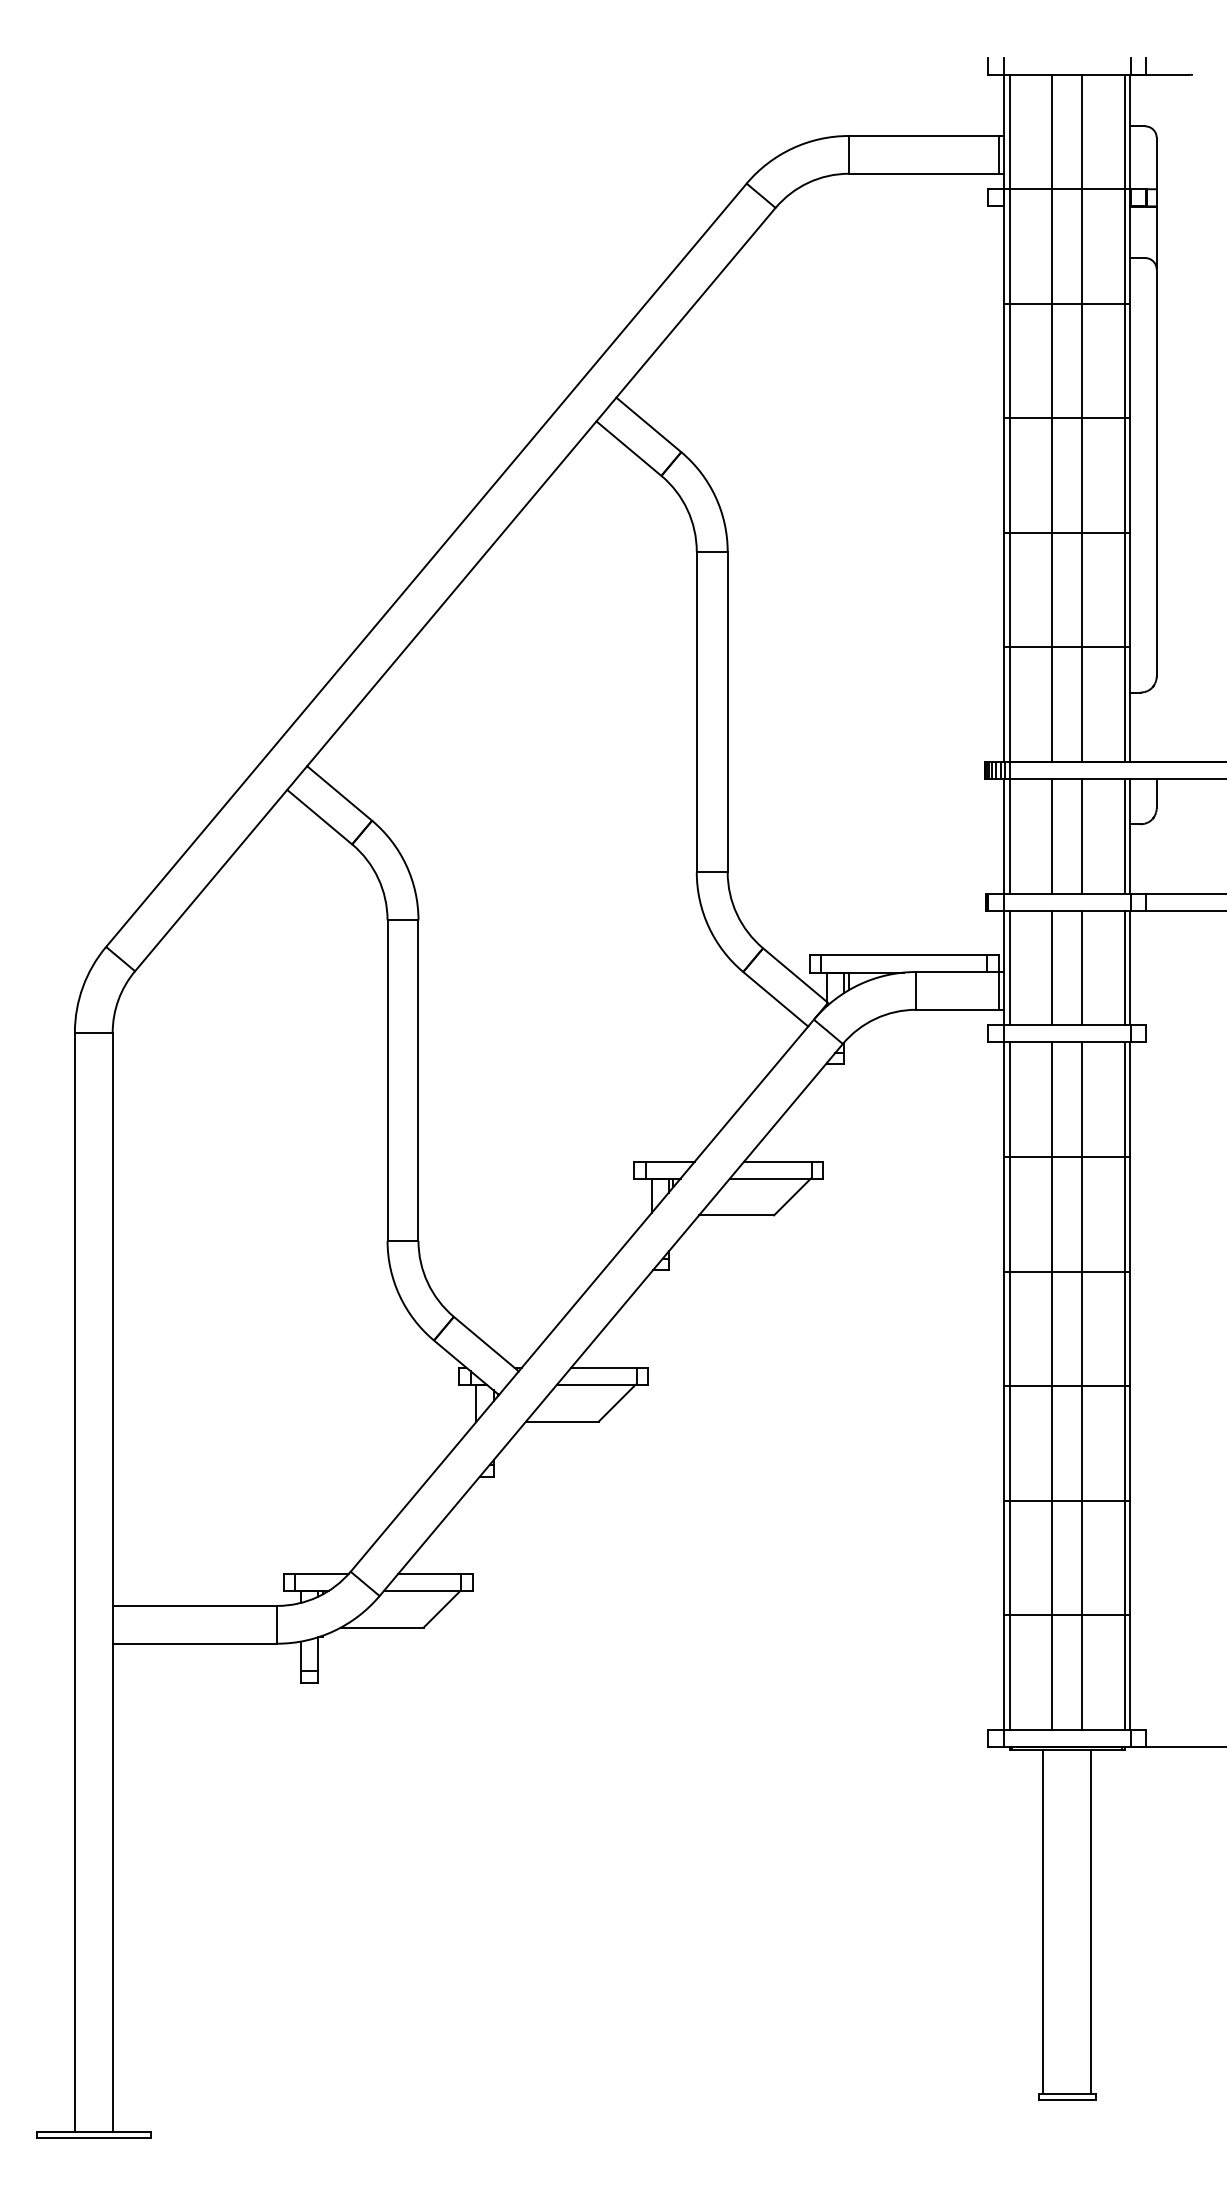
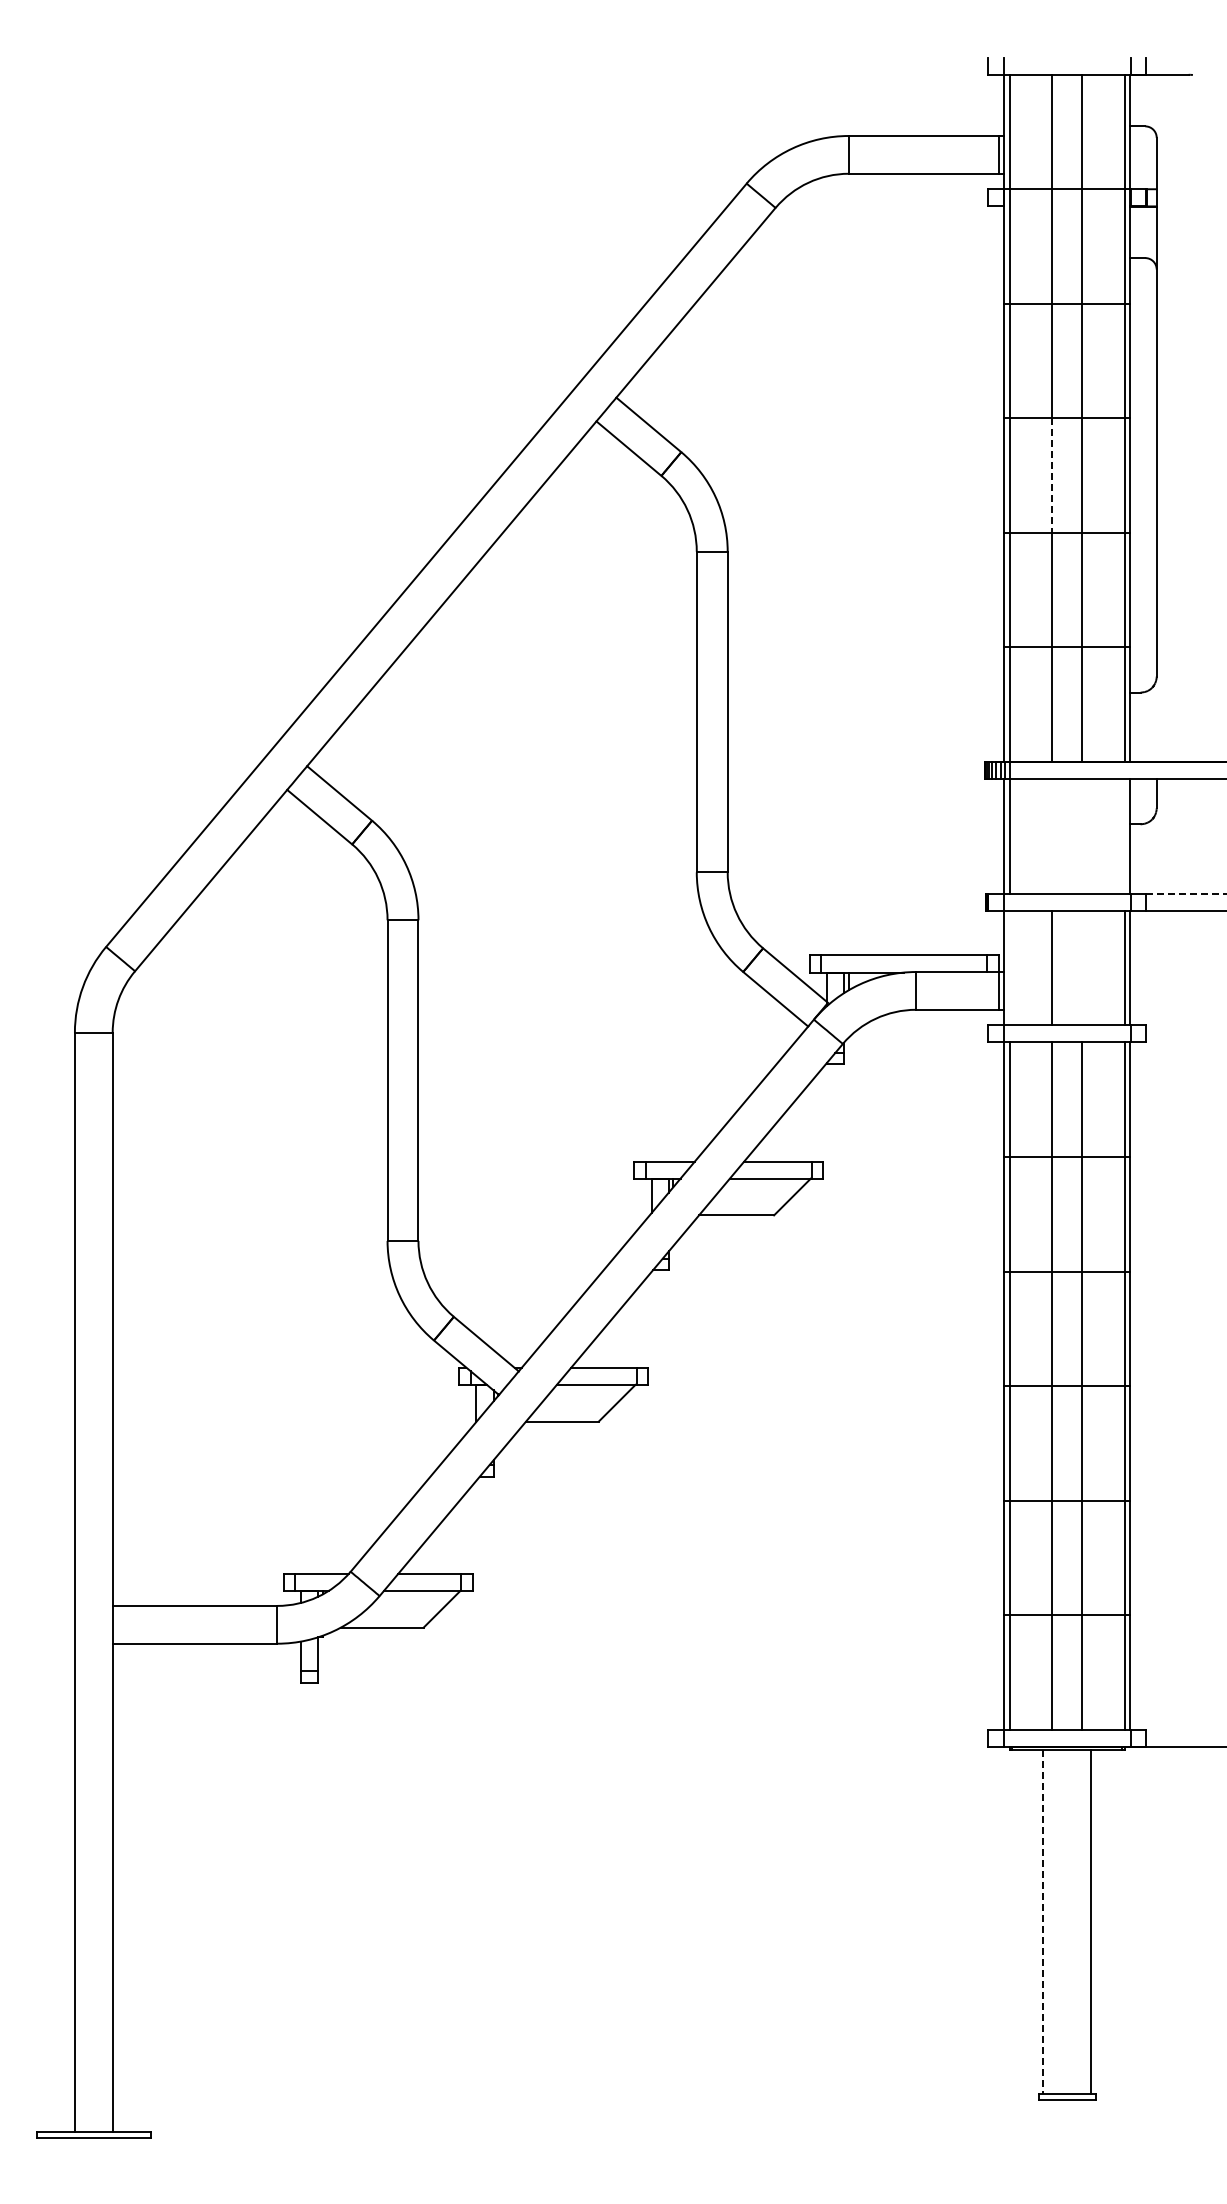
line at (1052, 476): solid -> dashed
line at (1052, 836): present -> none
line at (1082, 836): present -> none
line at (1124, 836): present -> none
line at (1186, 893): solid -> dashed
line at (1010, 967): present -> none
line at (1082, 967): present -> none
line at (1043, 1922): solid -> dashed
